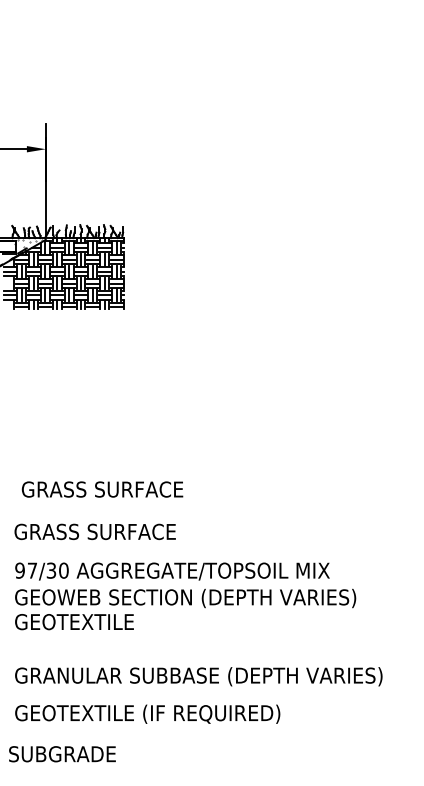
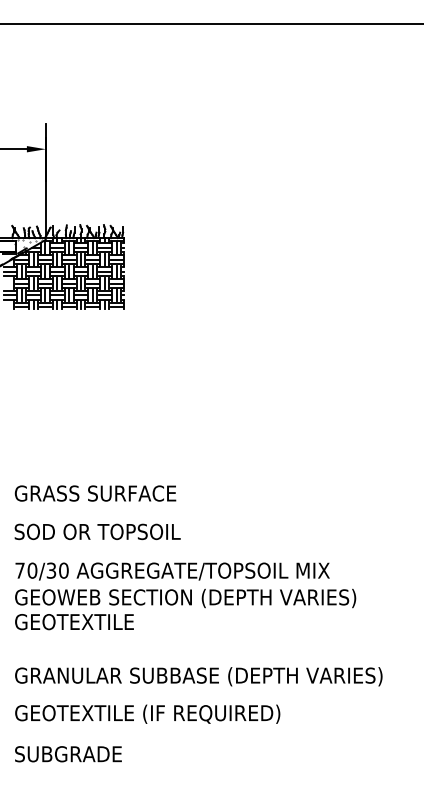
line at (211, 23): none -> present
text at (102, 489) position: (102, 489) -> (95, 493)
text at (97, 531): GRASS SURFACE -> SOD OR TOPSOIL
text at (26, 570): 97/30 -> 70/30
text at (62, 754) position: (62, 754) -> (68, 754)
